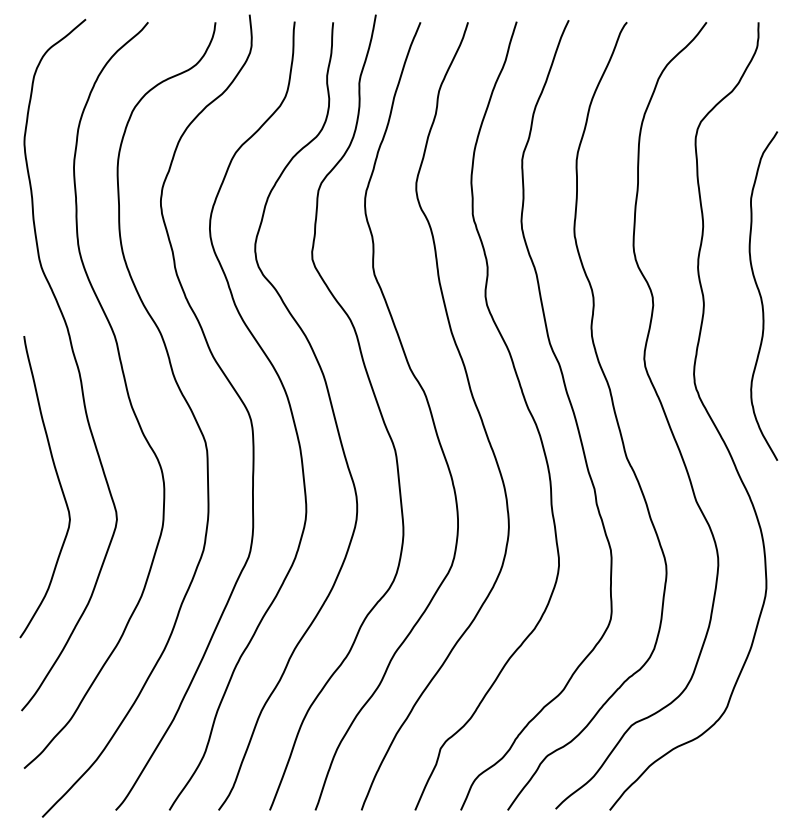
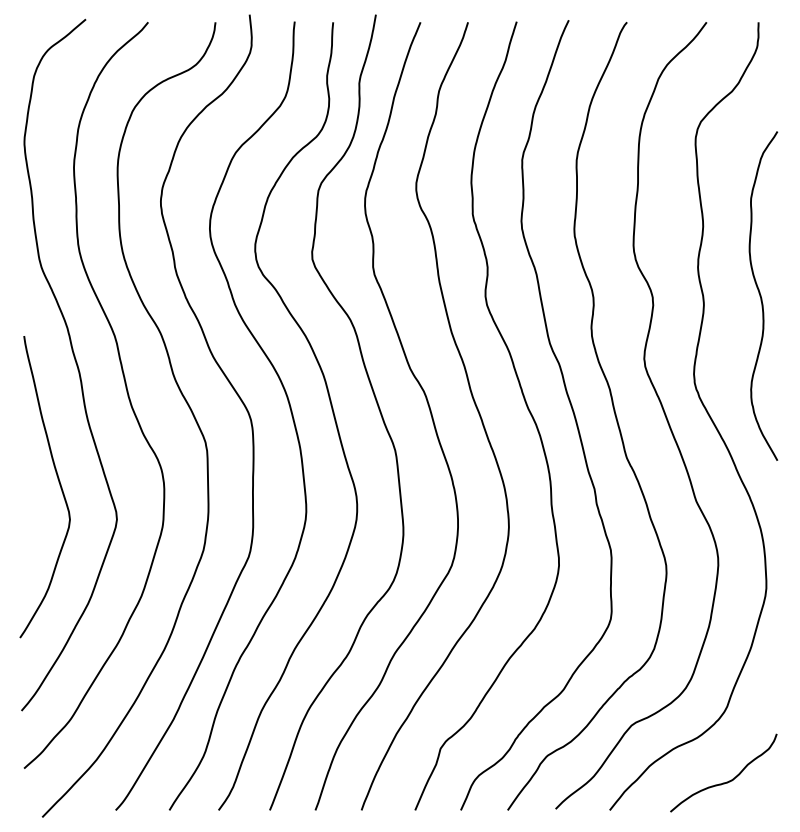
curve at (726, 781): none -> present
